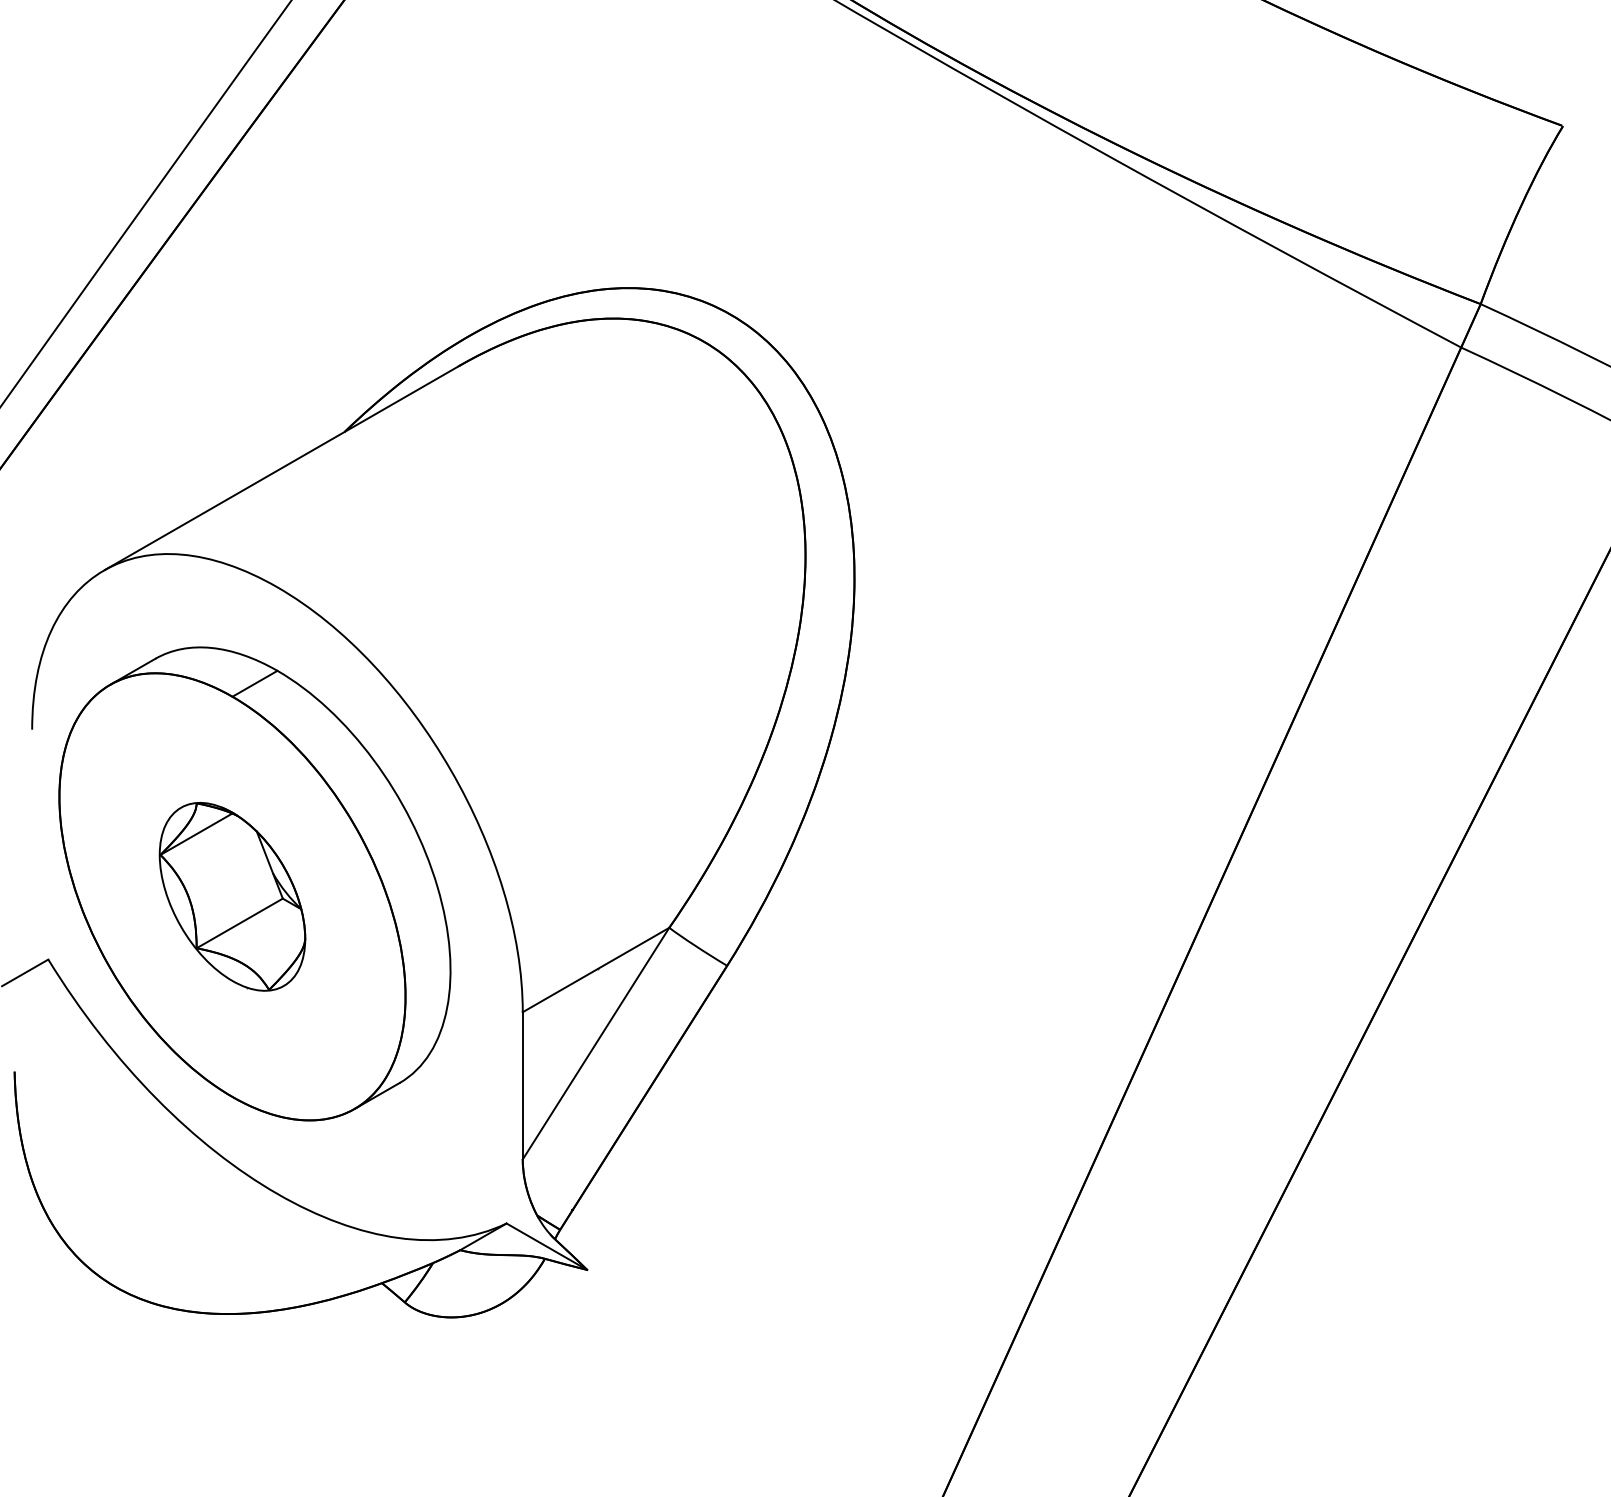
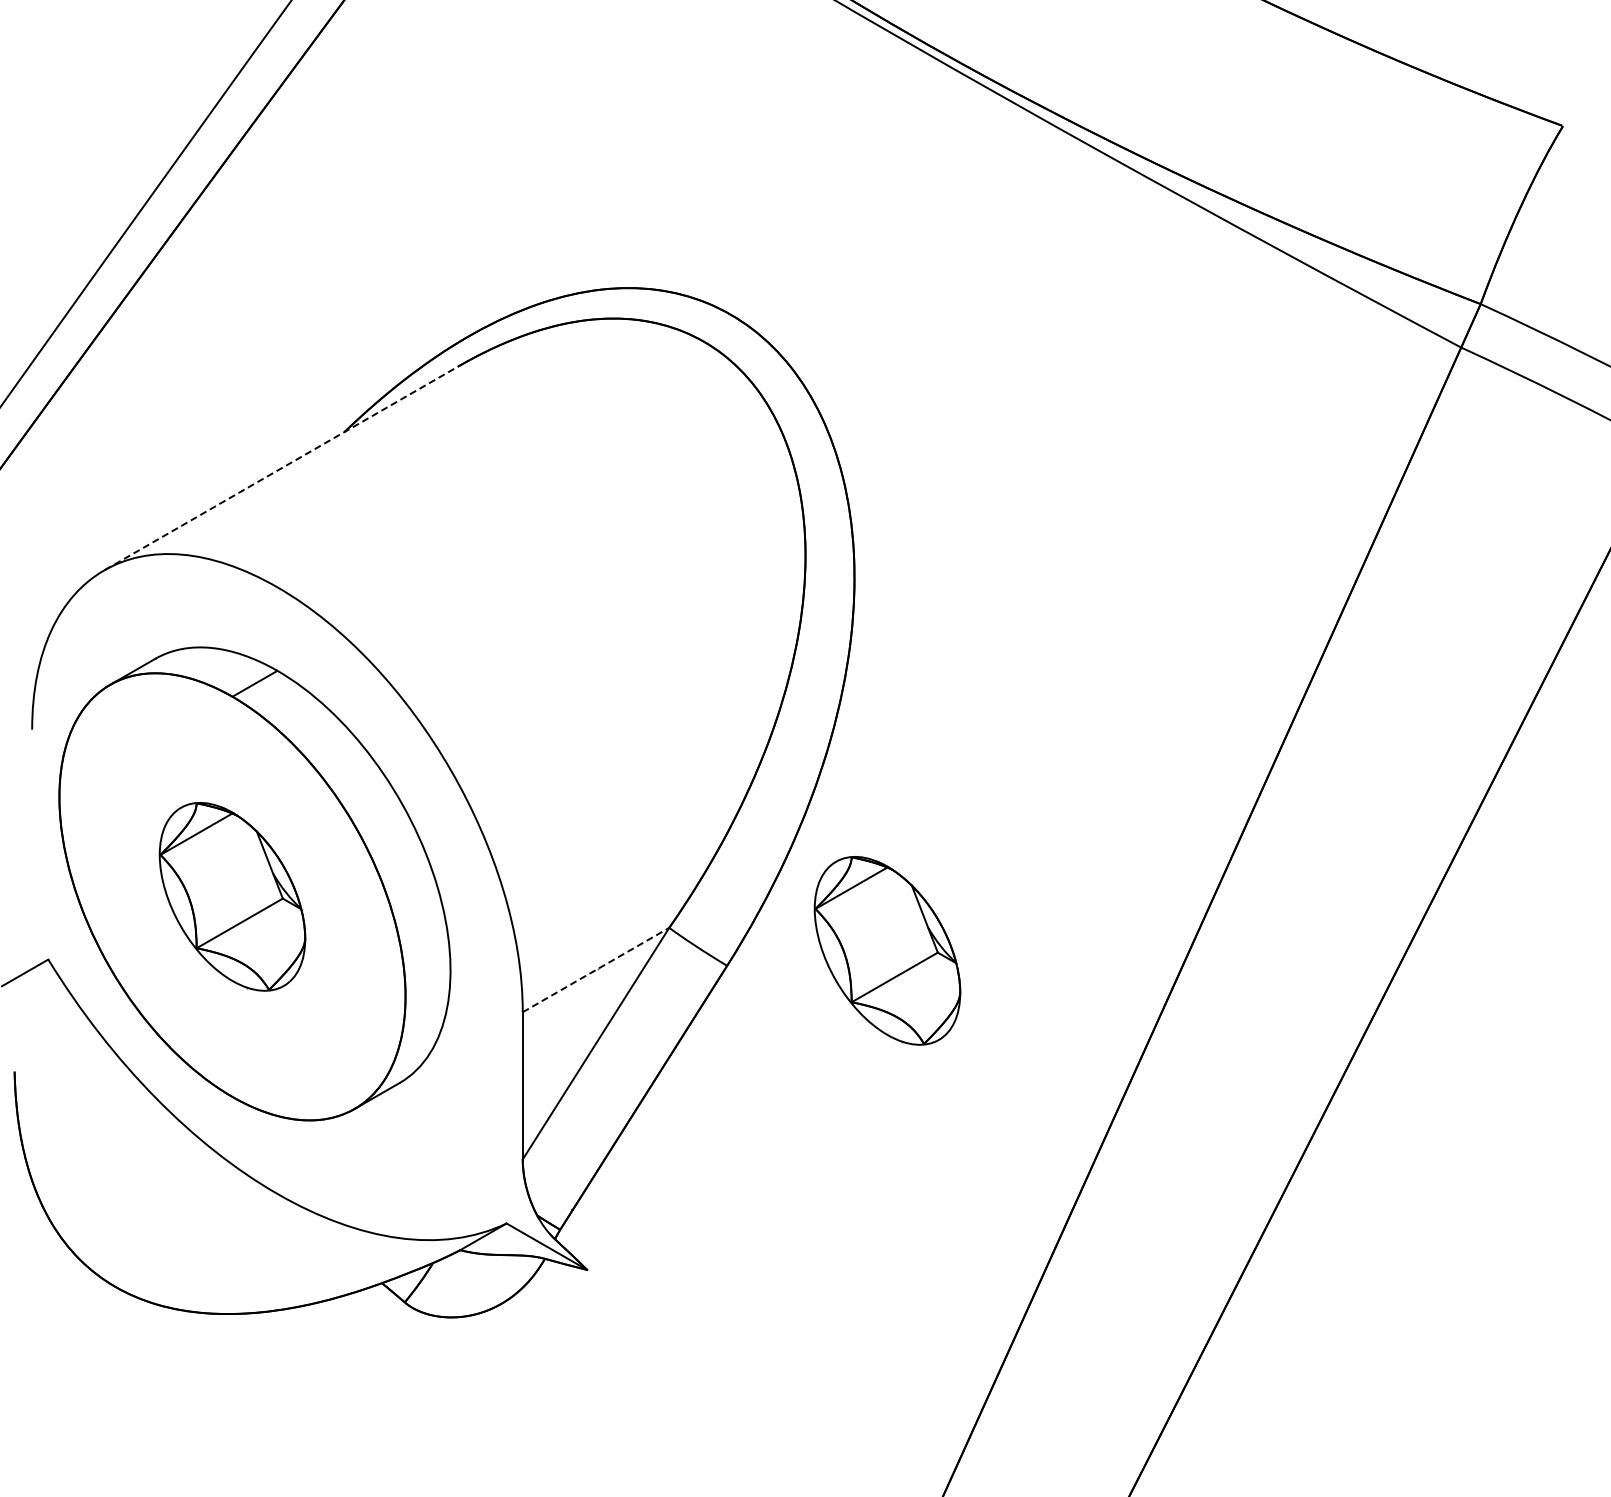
line at (282, 467): solid -> dashed
part at (887, 950): none -> present
line at (596, 970): solid -> dashed
